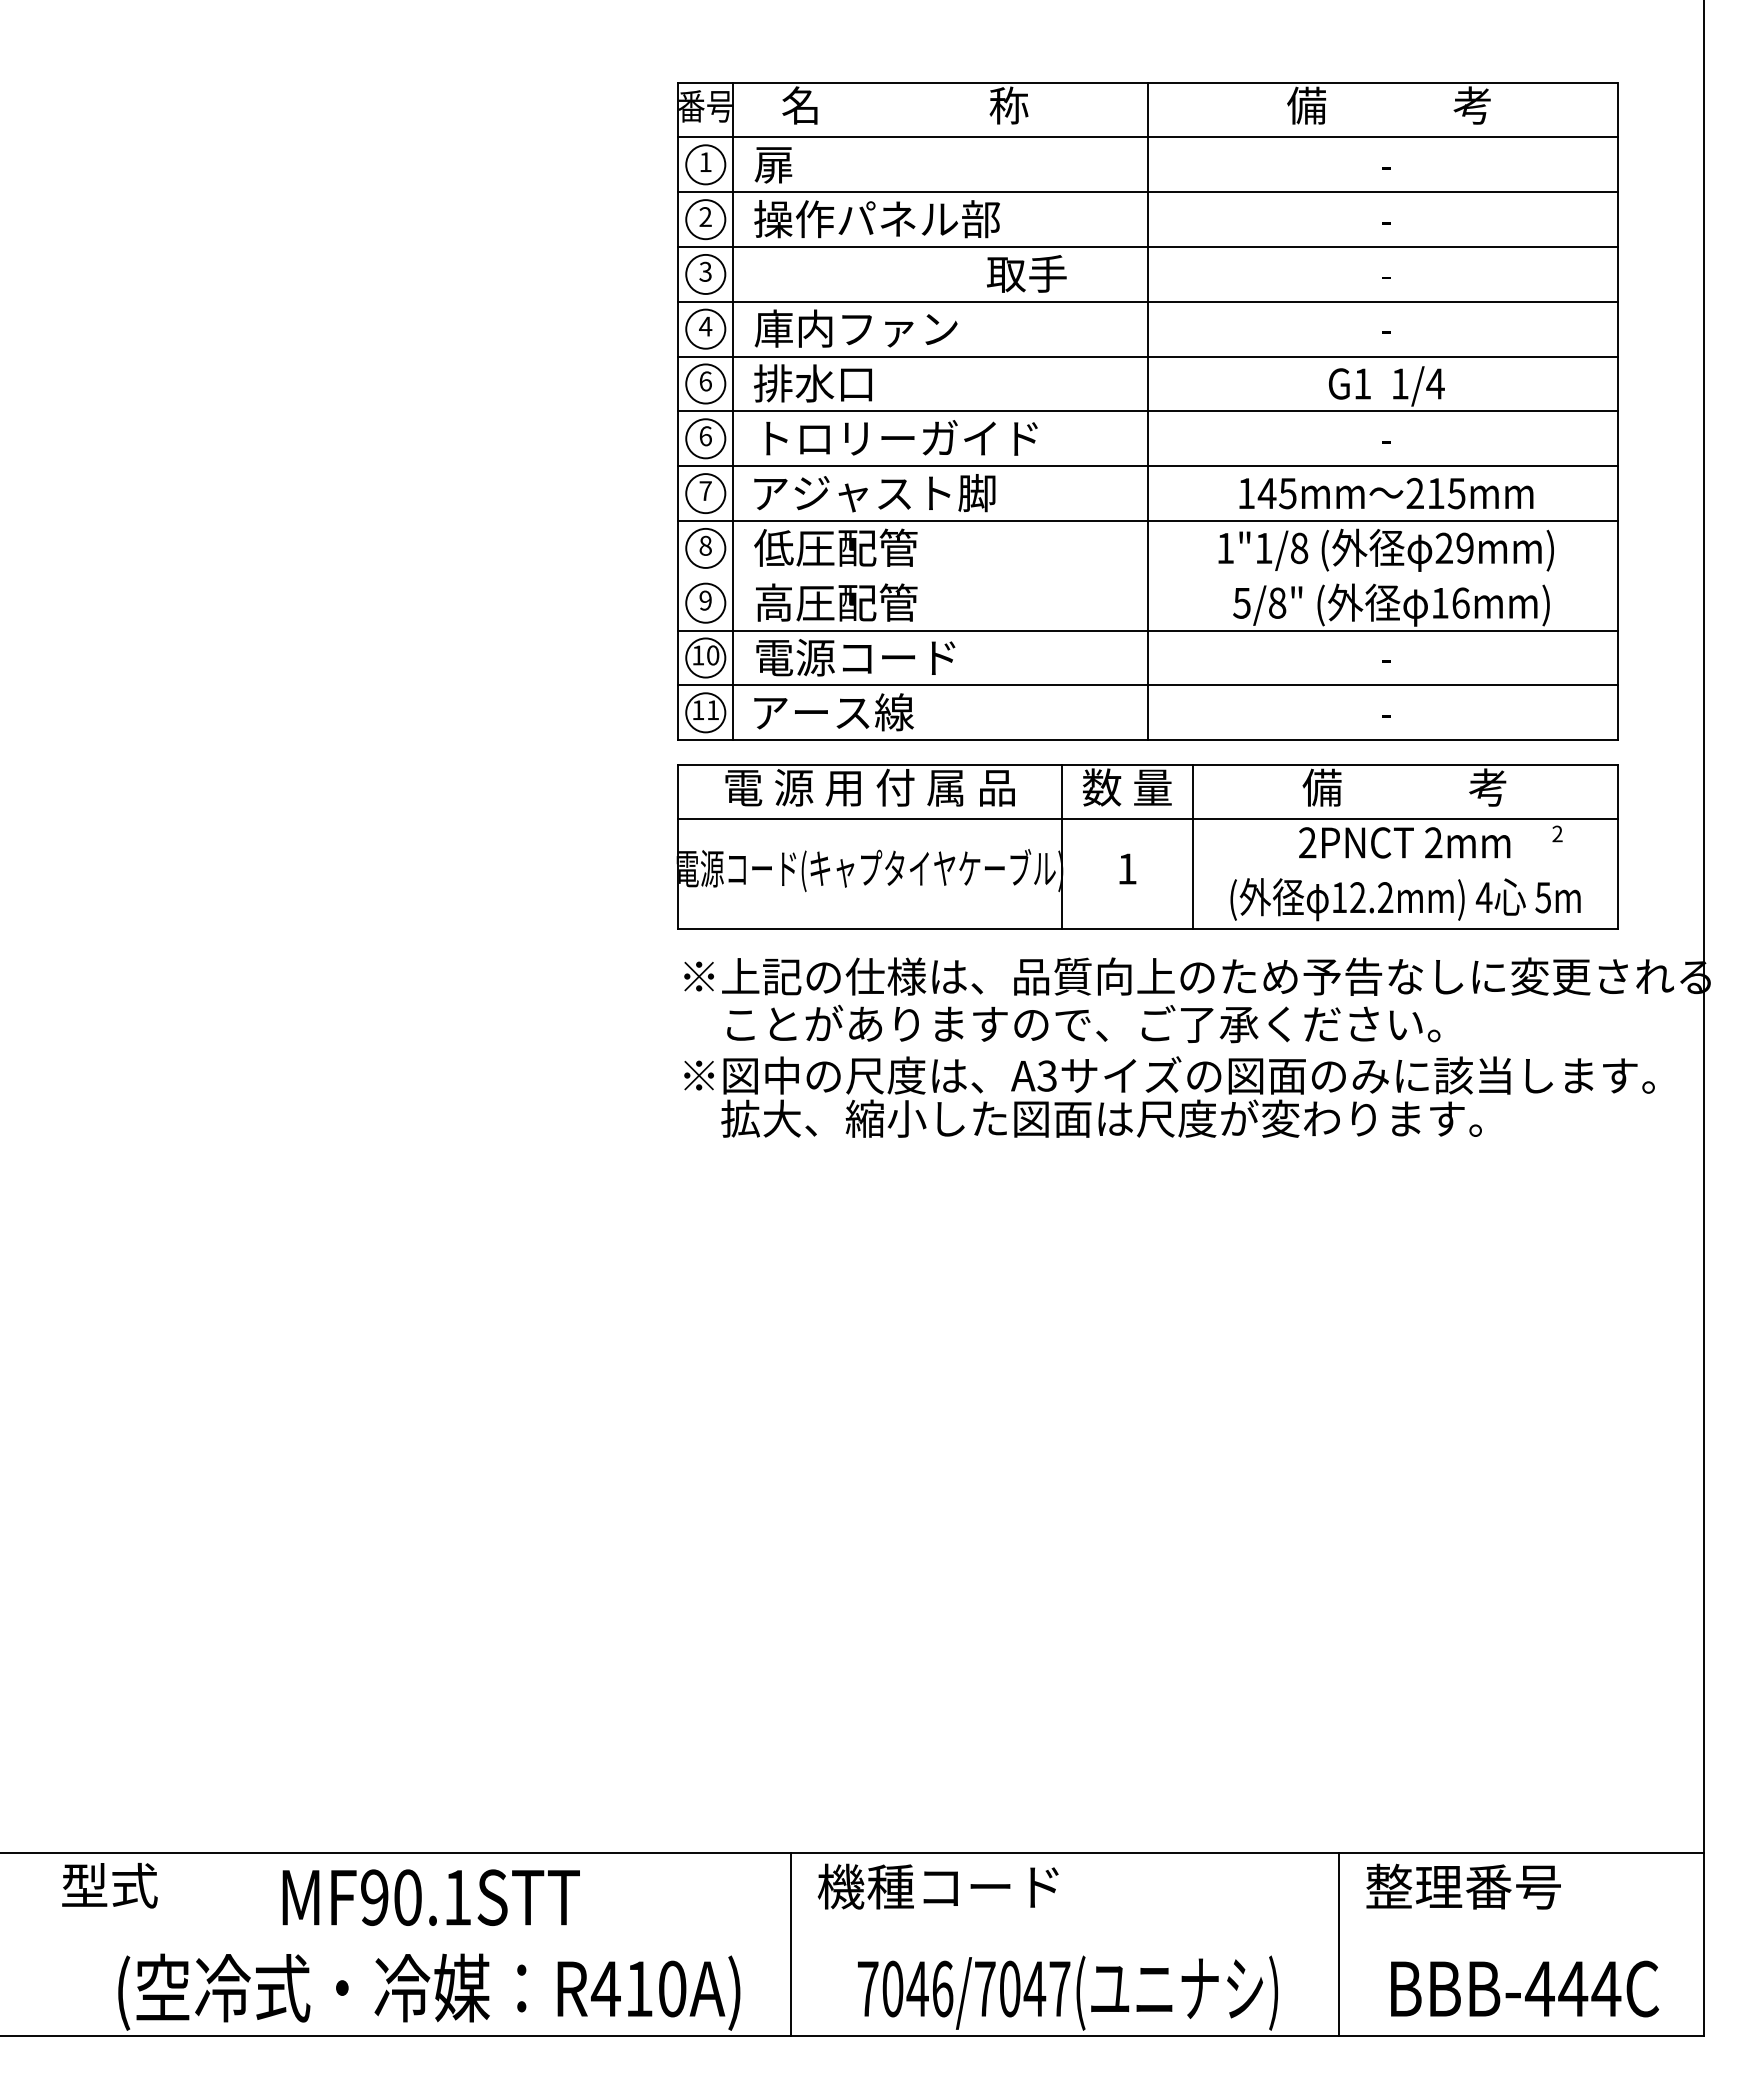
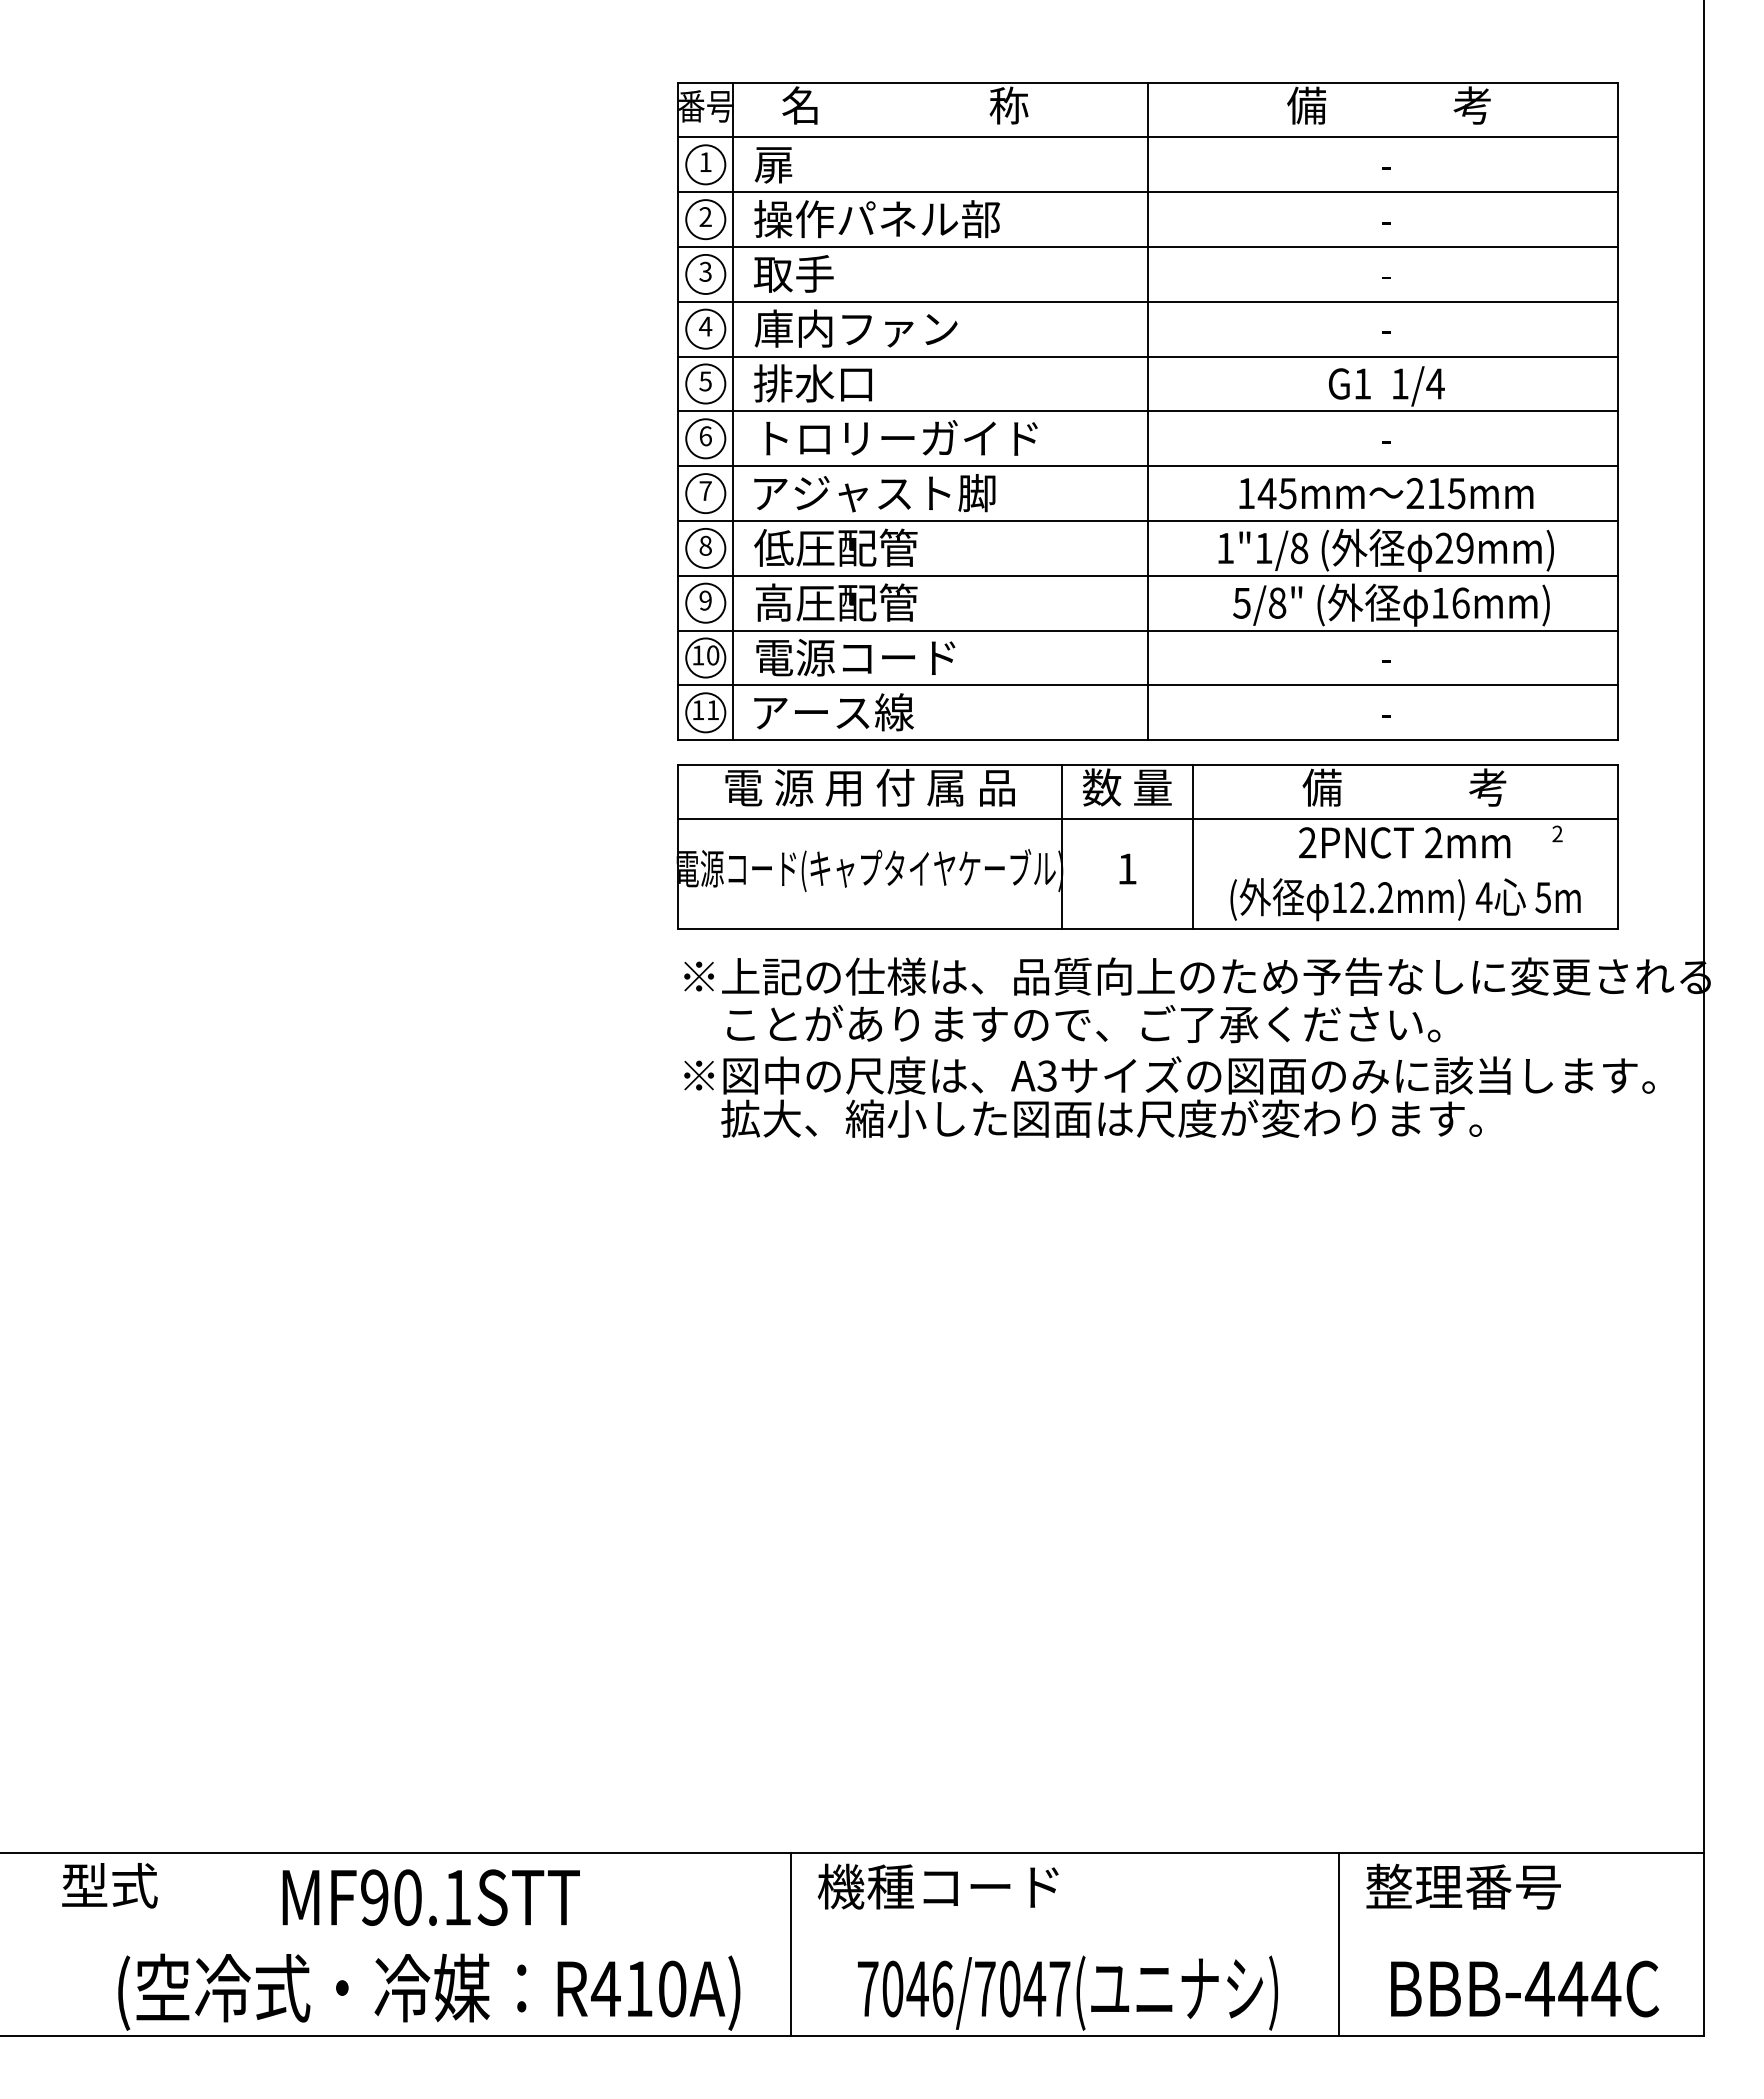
text at (1026, 273) position: (1026, 273) -> (793, 273)
text at (705, 381): 6 -> 5
line at (1147, 575): none -> present
